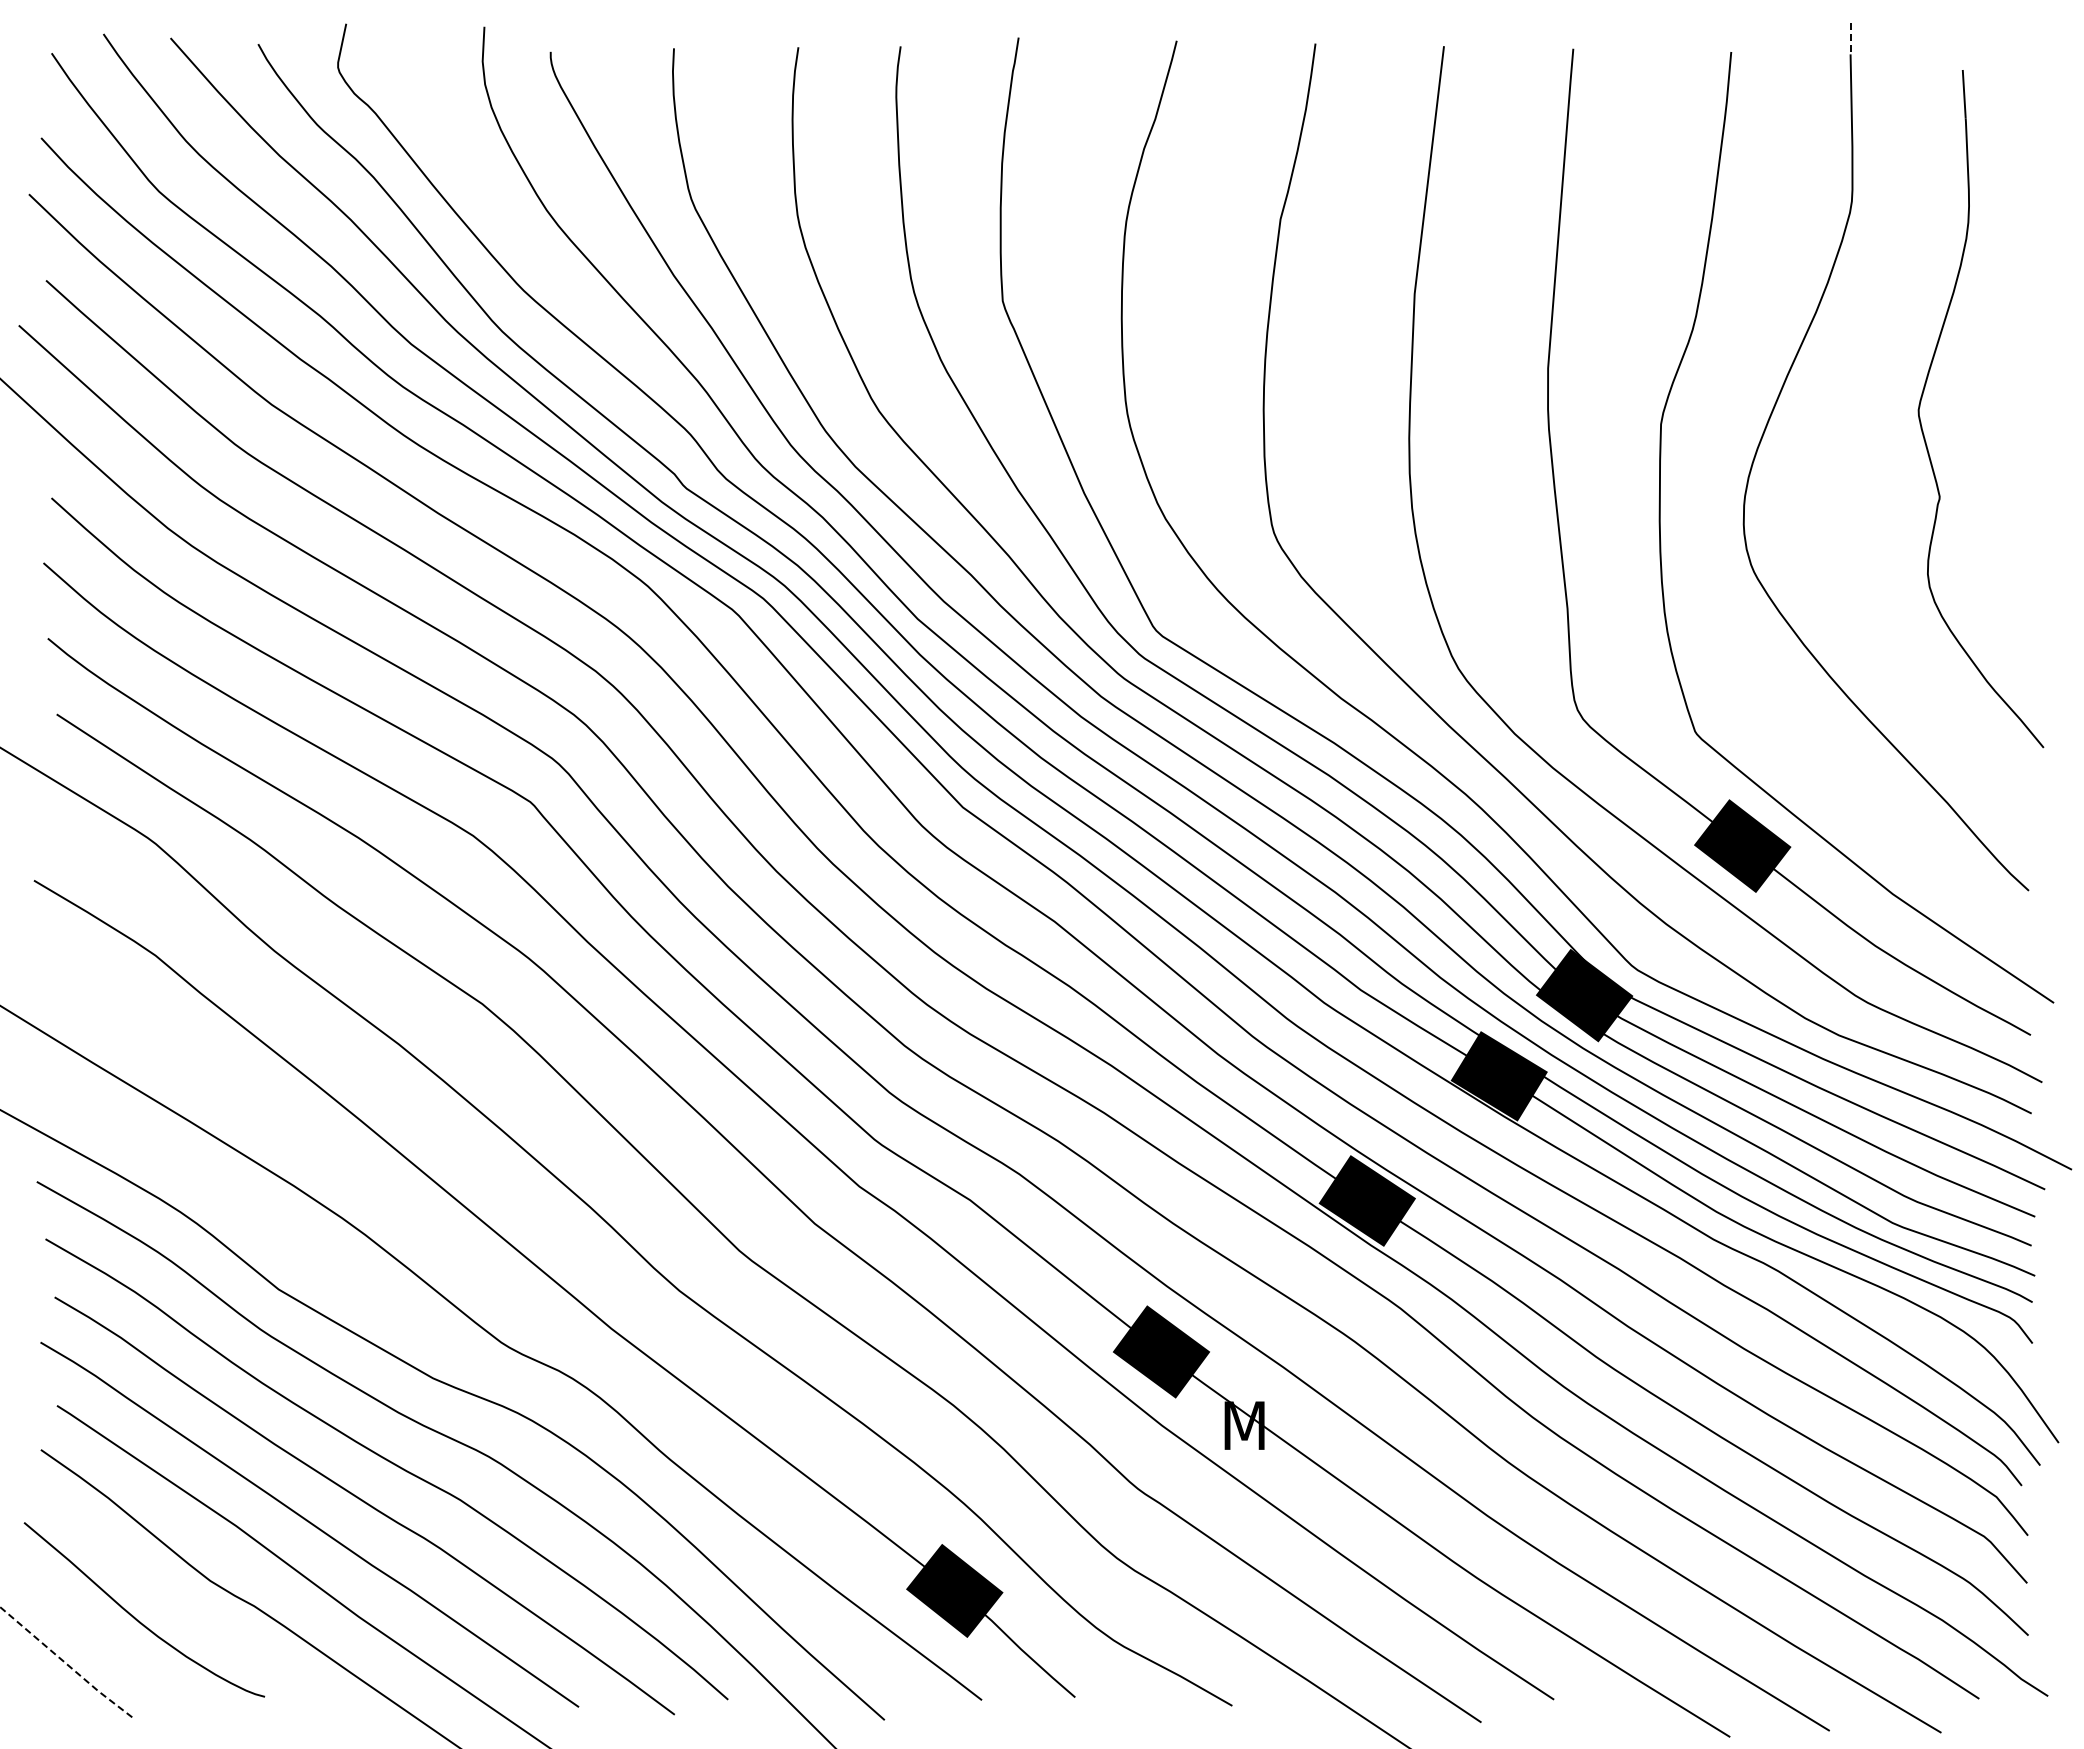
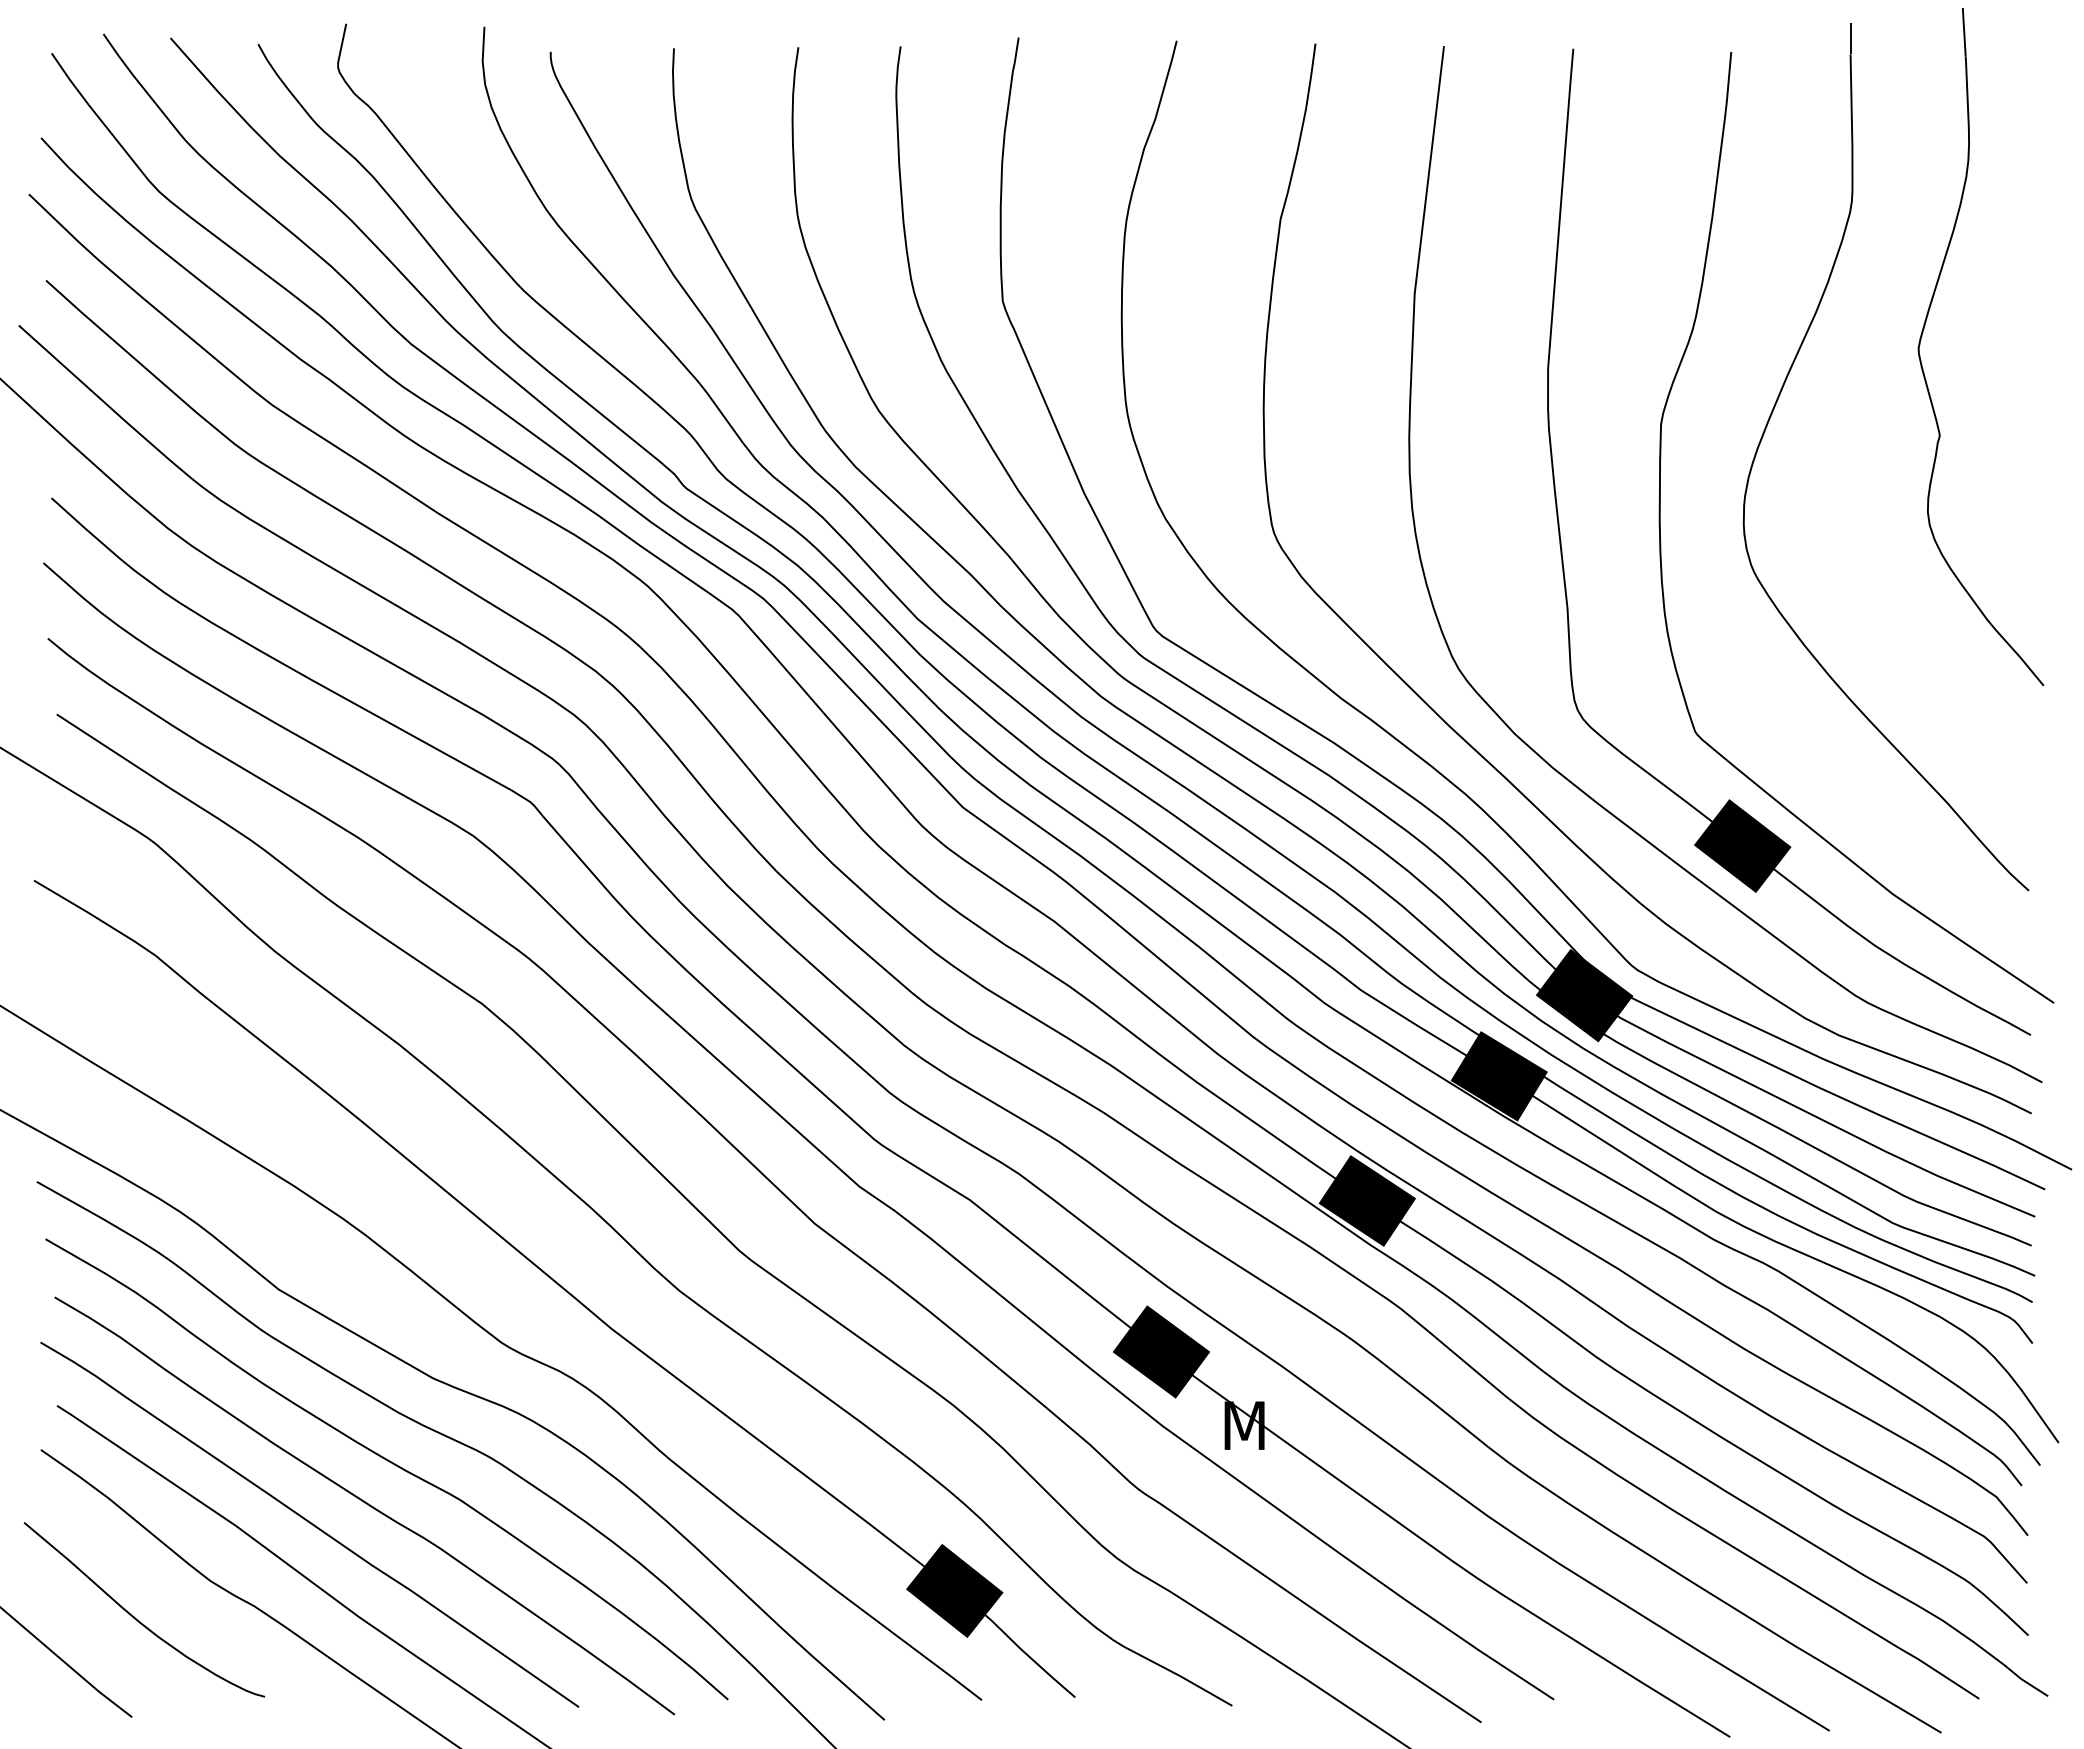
line at (1850, 40): dashed -> solid
part at (1924, 391) position: (1924, 391) -> (1924, 329)
line at (66, 1663): dashed -> solid
